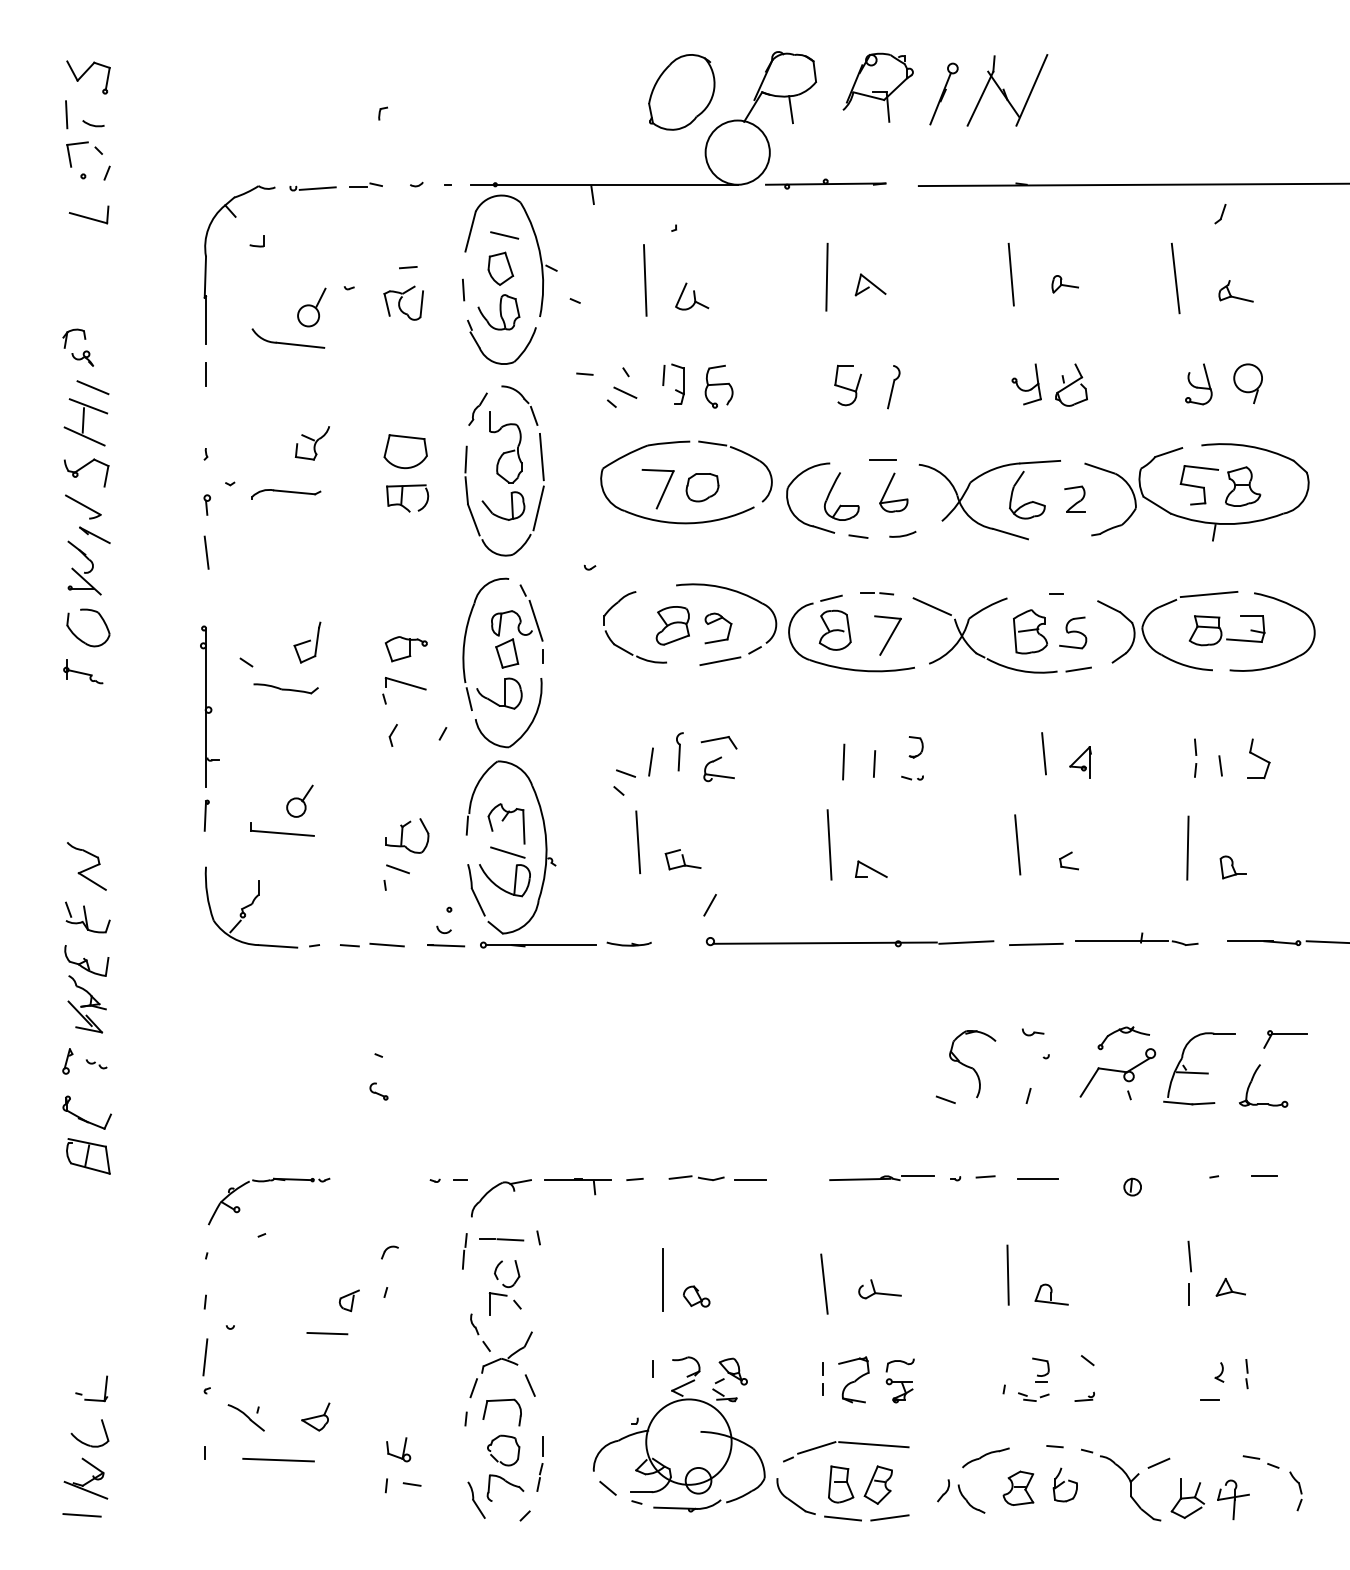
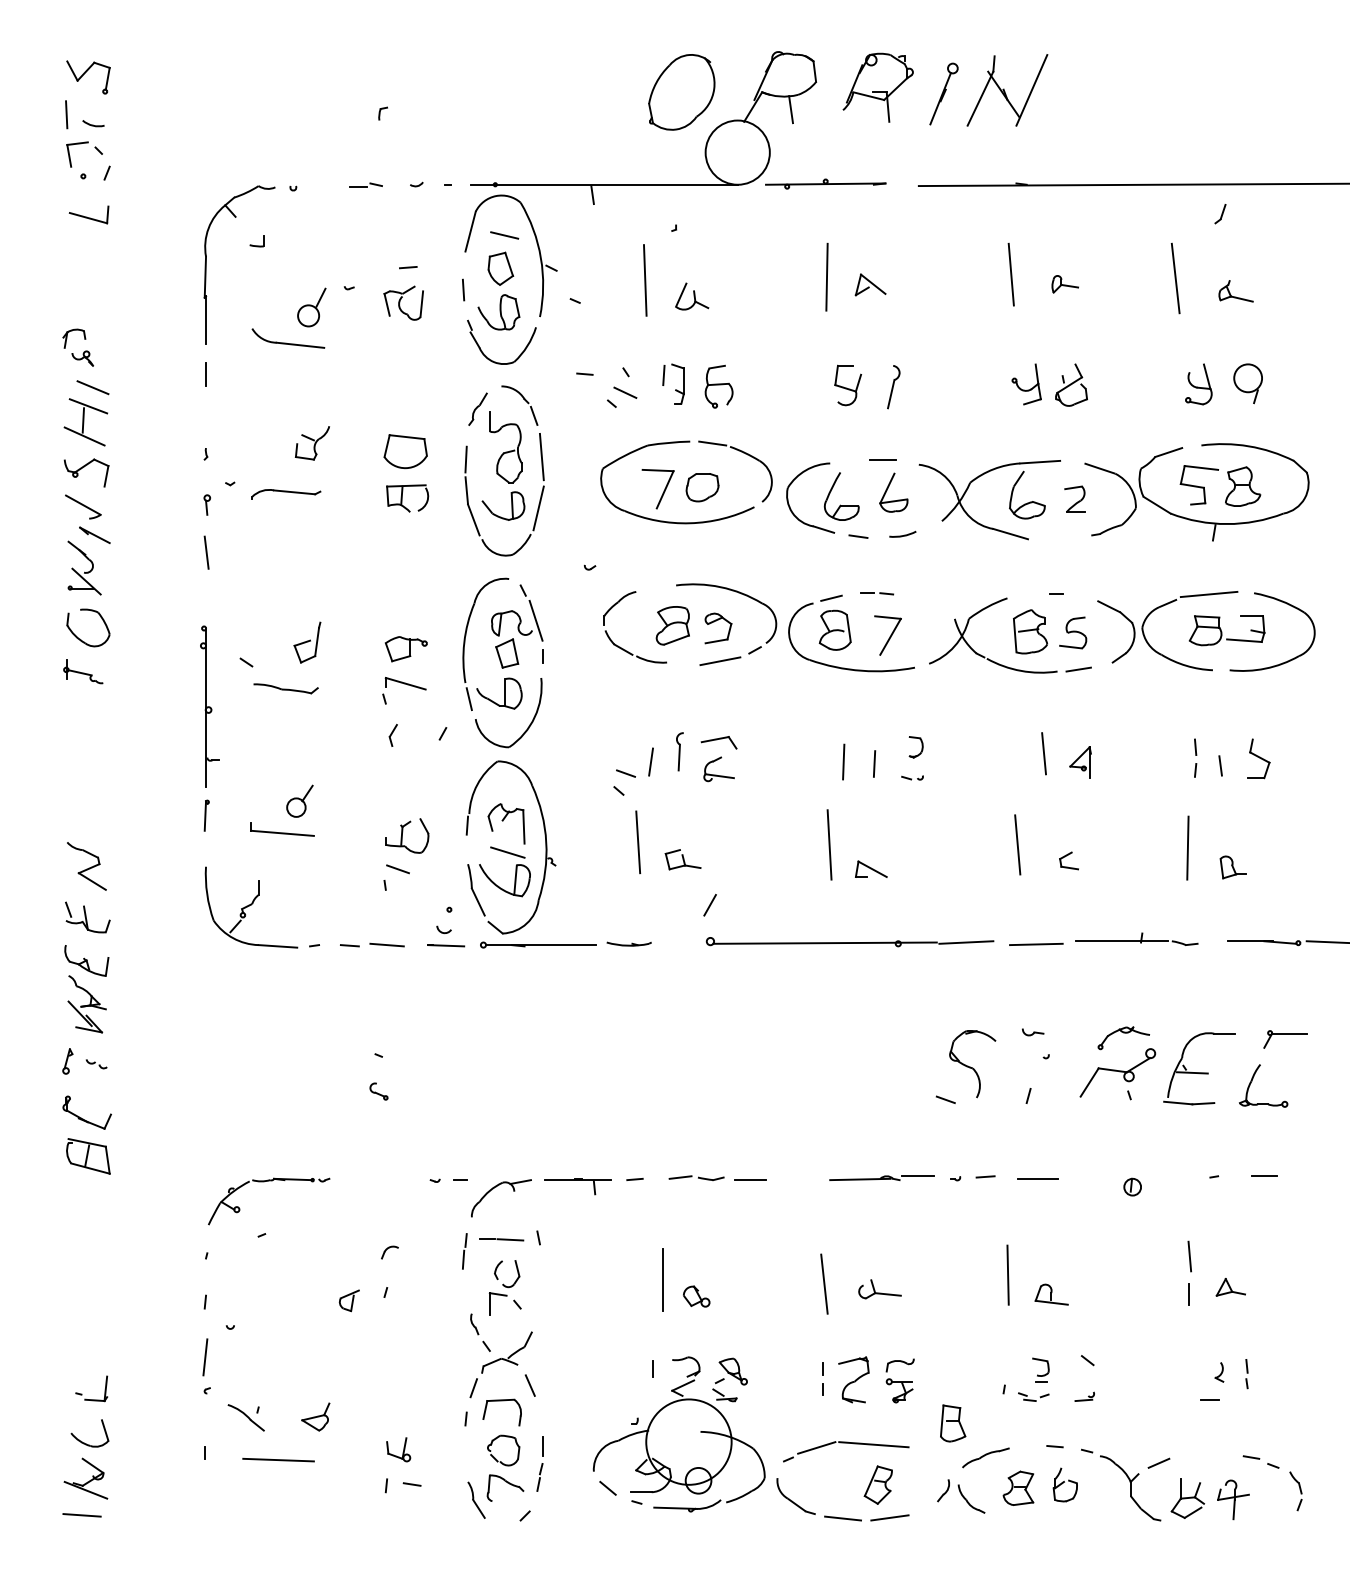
line at (317, 188): present -> none
line at (931, 606): present -> none
line at (327, 1333): present -> none
part at (841, 1484) position: (841, 1484) -> (953, 1423)
